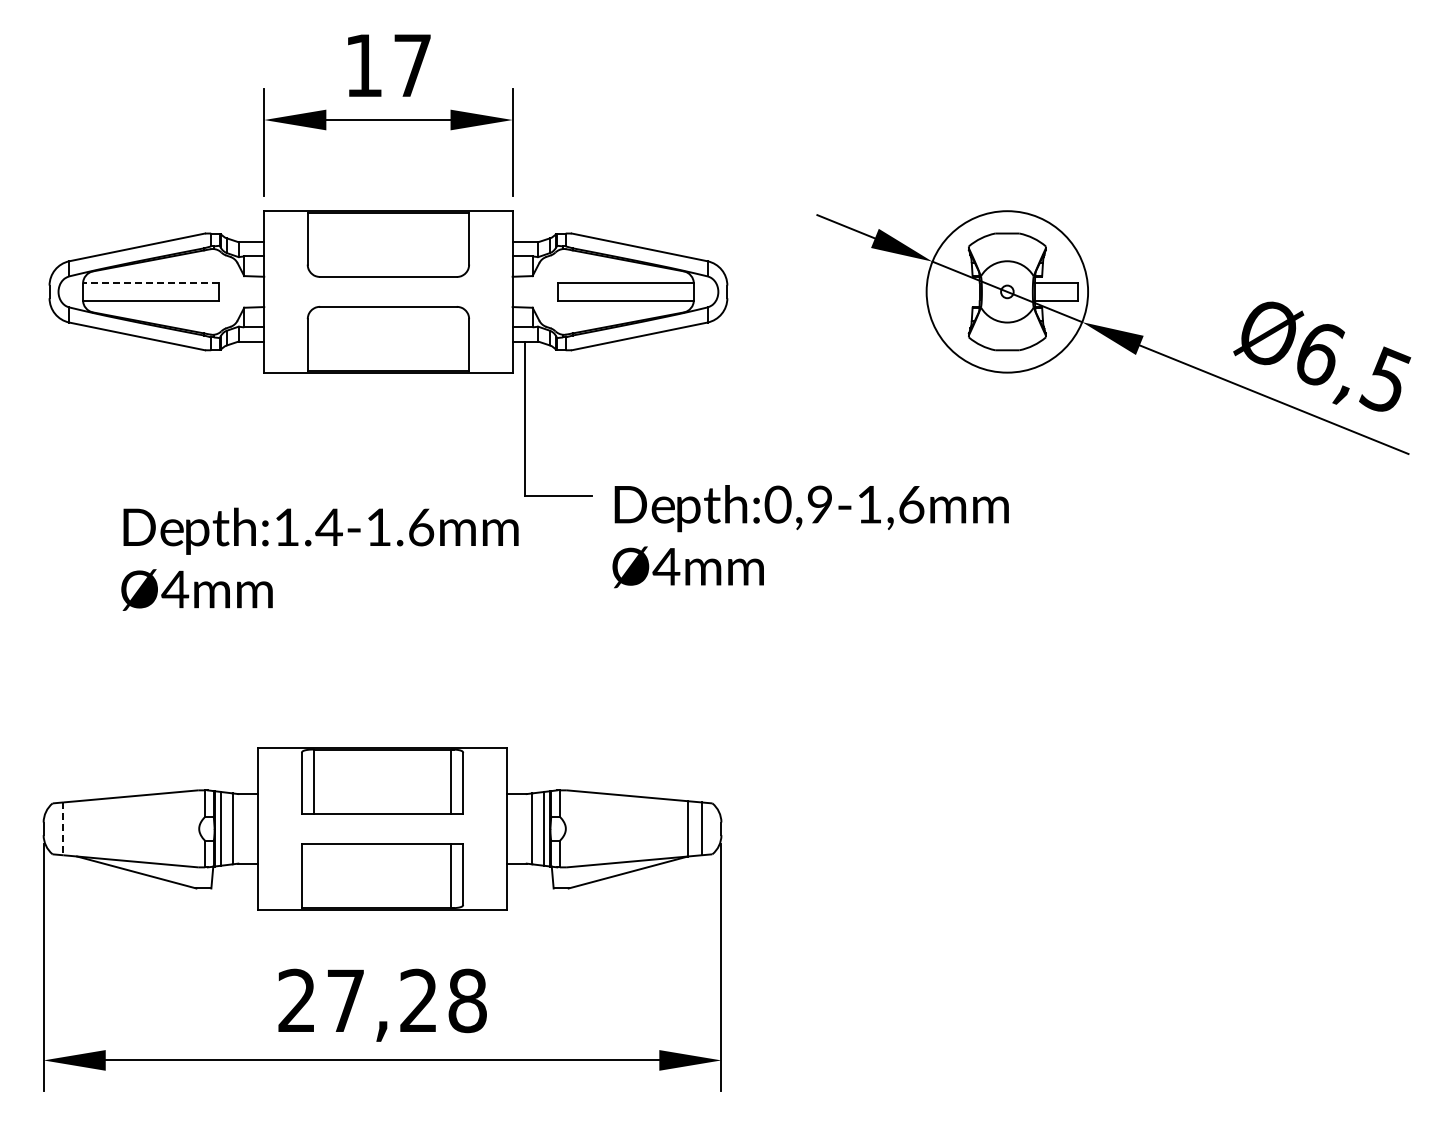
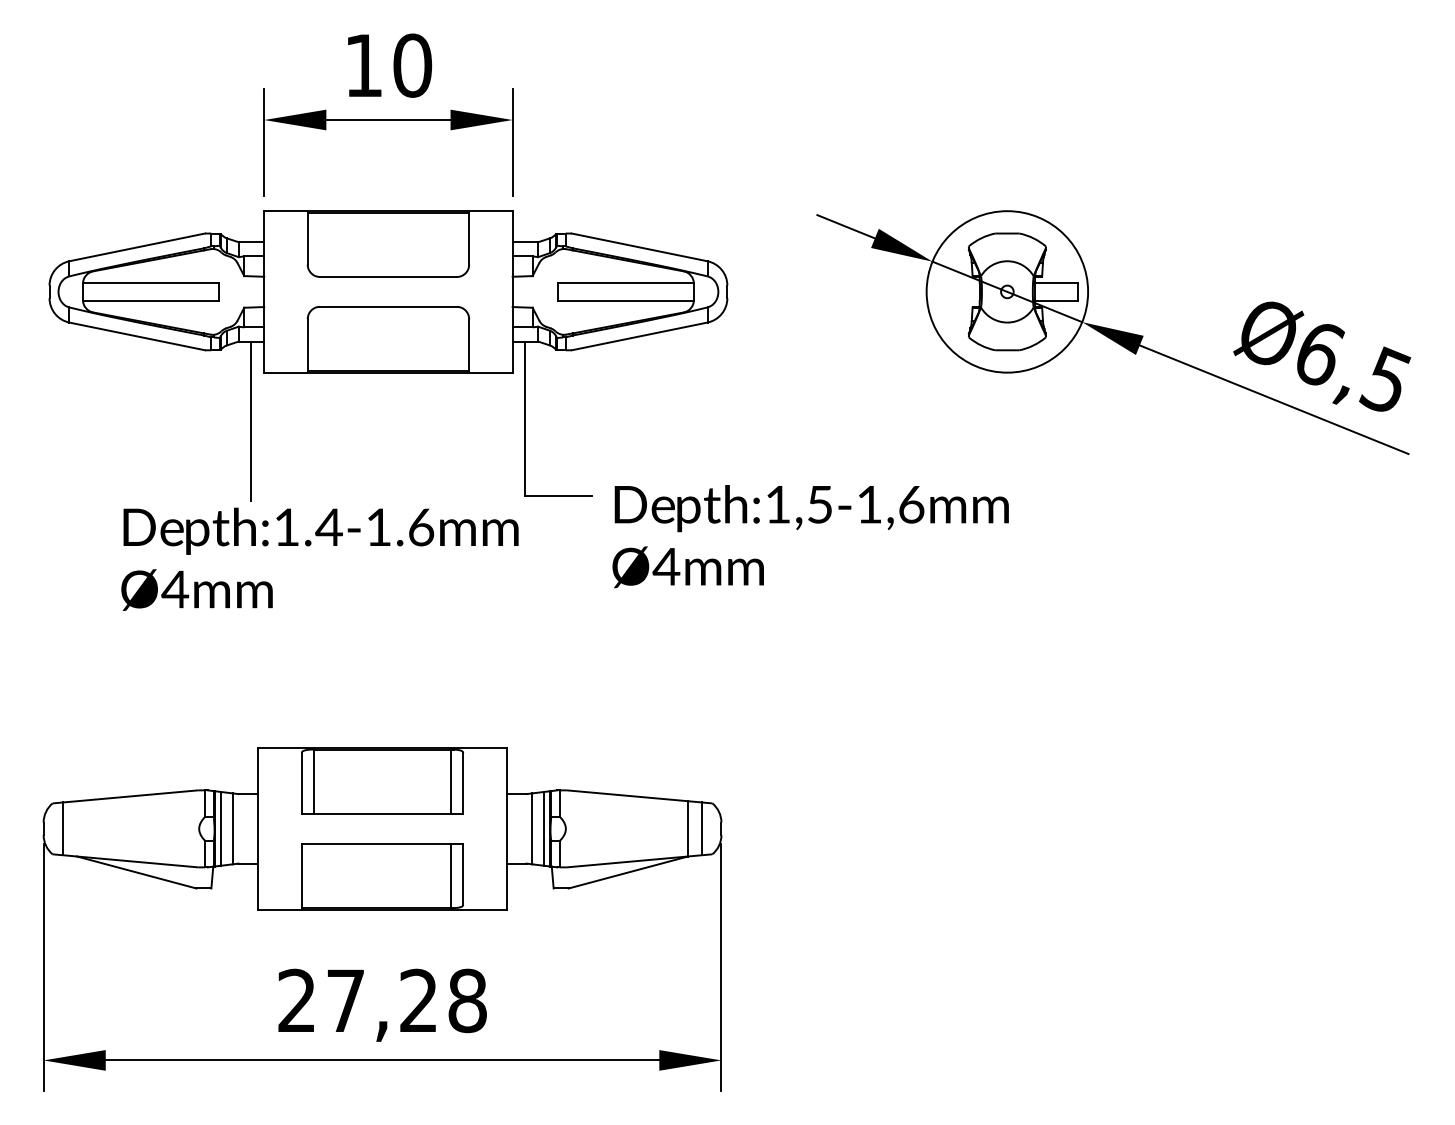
text at (412, 65): 17 -> 10
line at (150, 283): dashed -> solid
line at (251, 420): none -> present
text at (797, 504): :0,9-1,6mm -> :1,5-1,6mm
line at (63, 829): dashed -> solid
